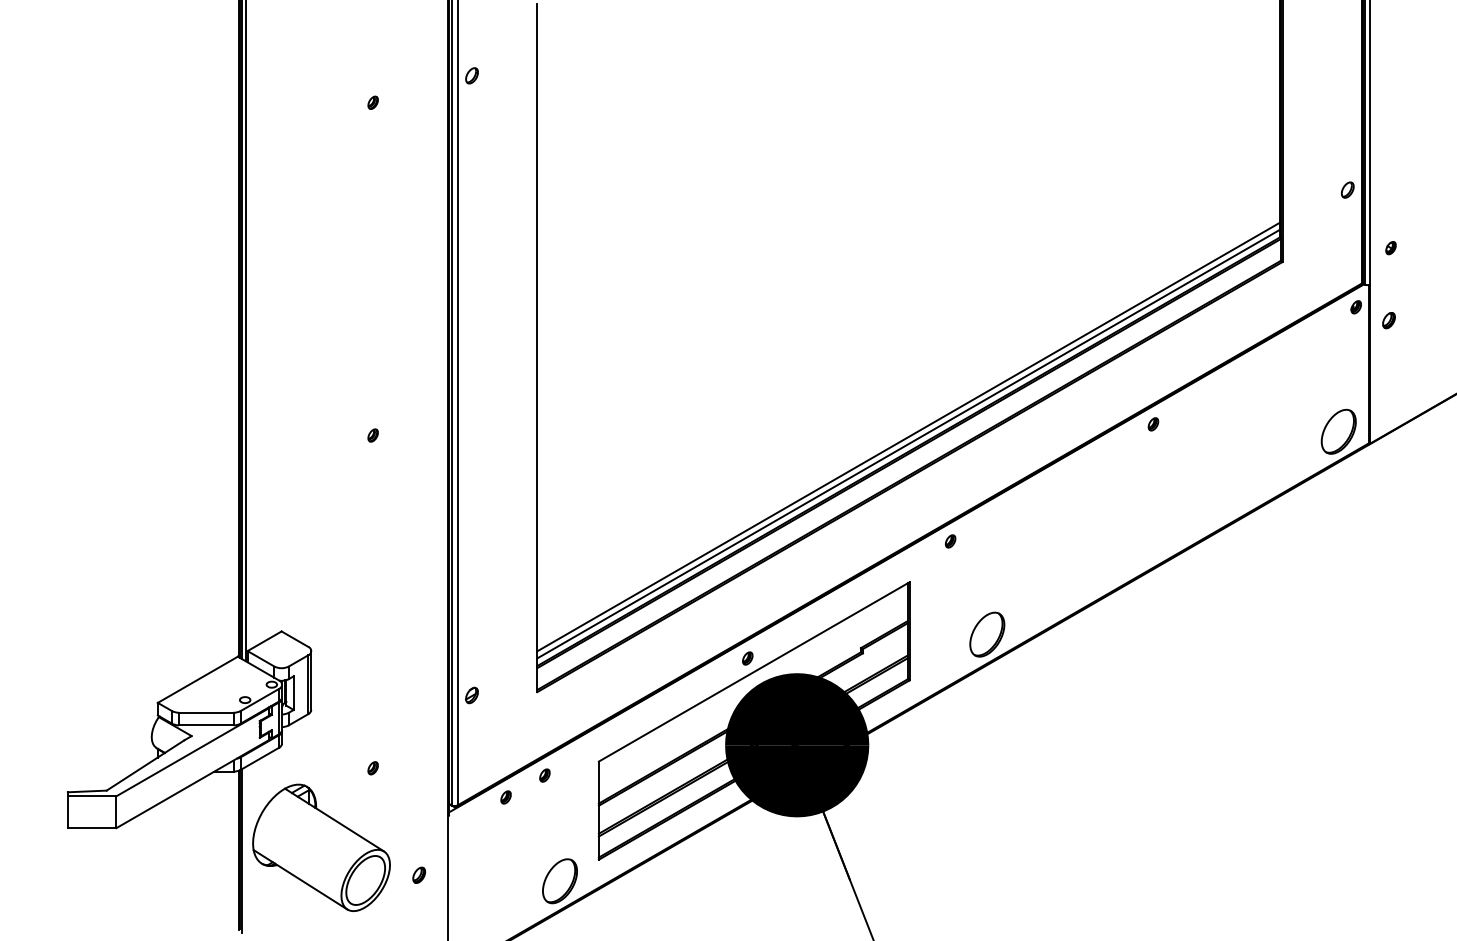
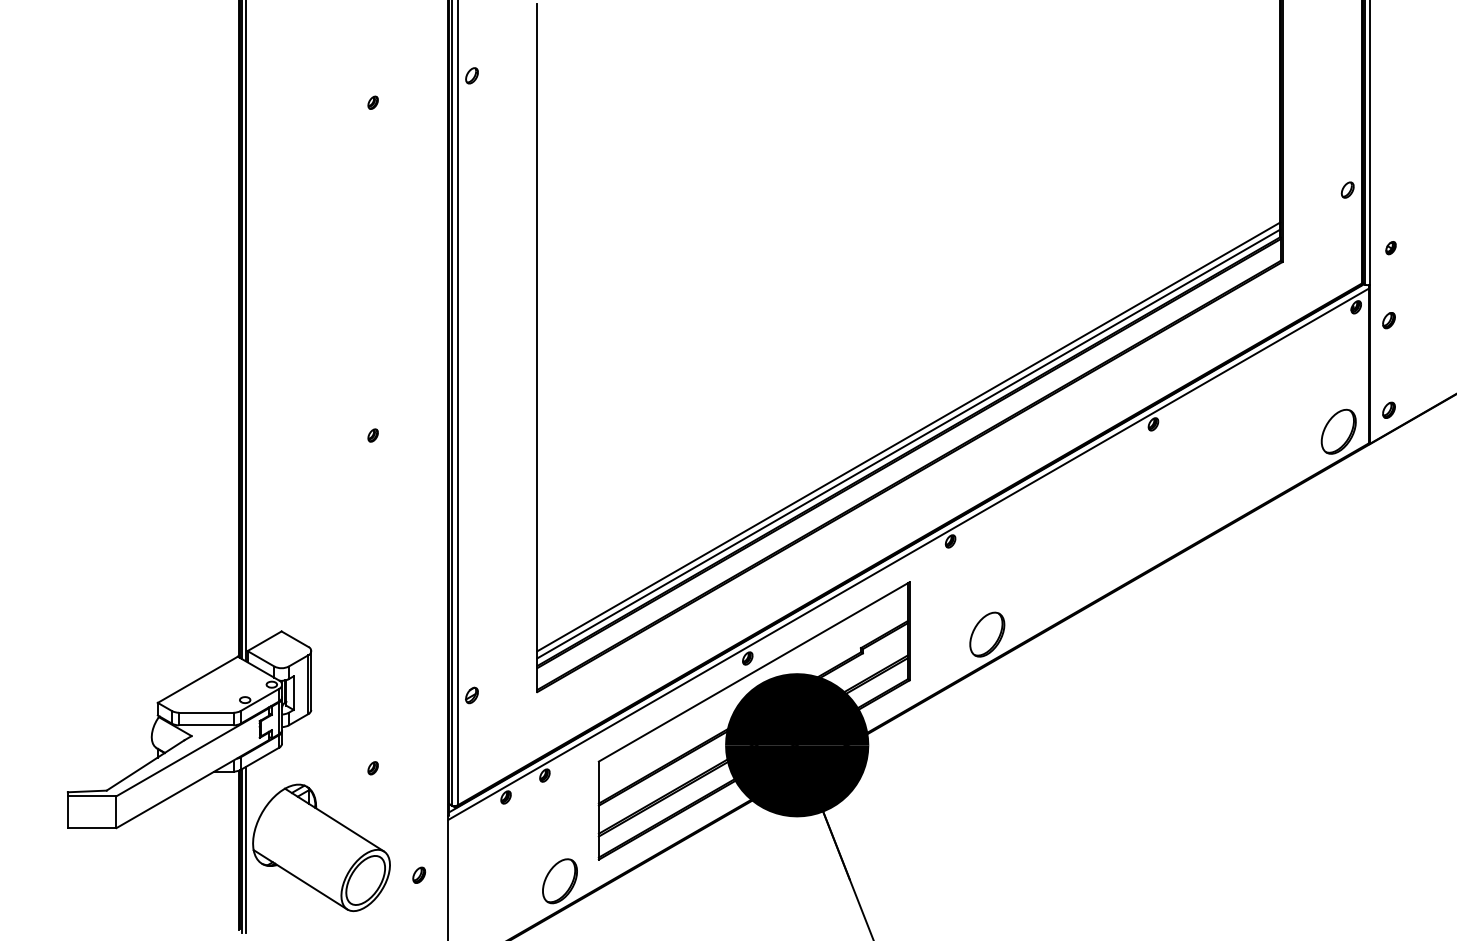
part at (1388, 409): none -> present
line at (908, 553): none -> present
line at (245, 850): none -> present
